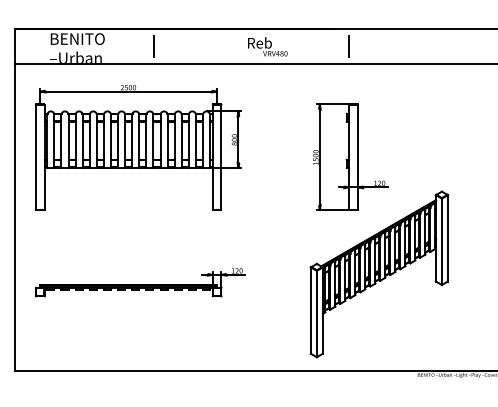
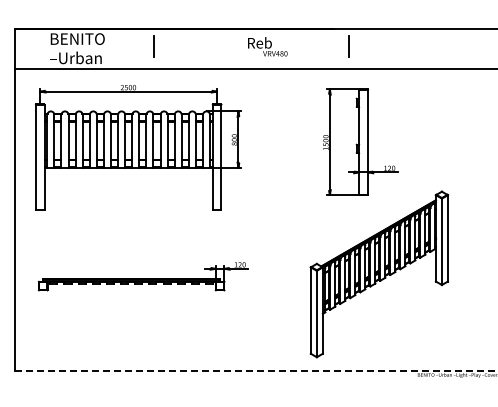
line at (254, 64) position: (254, 64) -> (254, 69)
part at (350, 156) position: (350, 156) -> (360, 141)
part at (140, 282) position: (140, 282) -> (143, 276)
line at (256, 371): solid -> dashed
